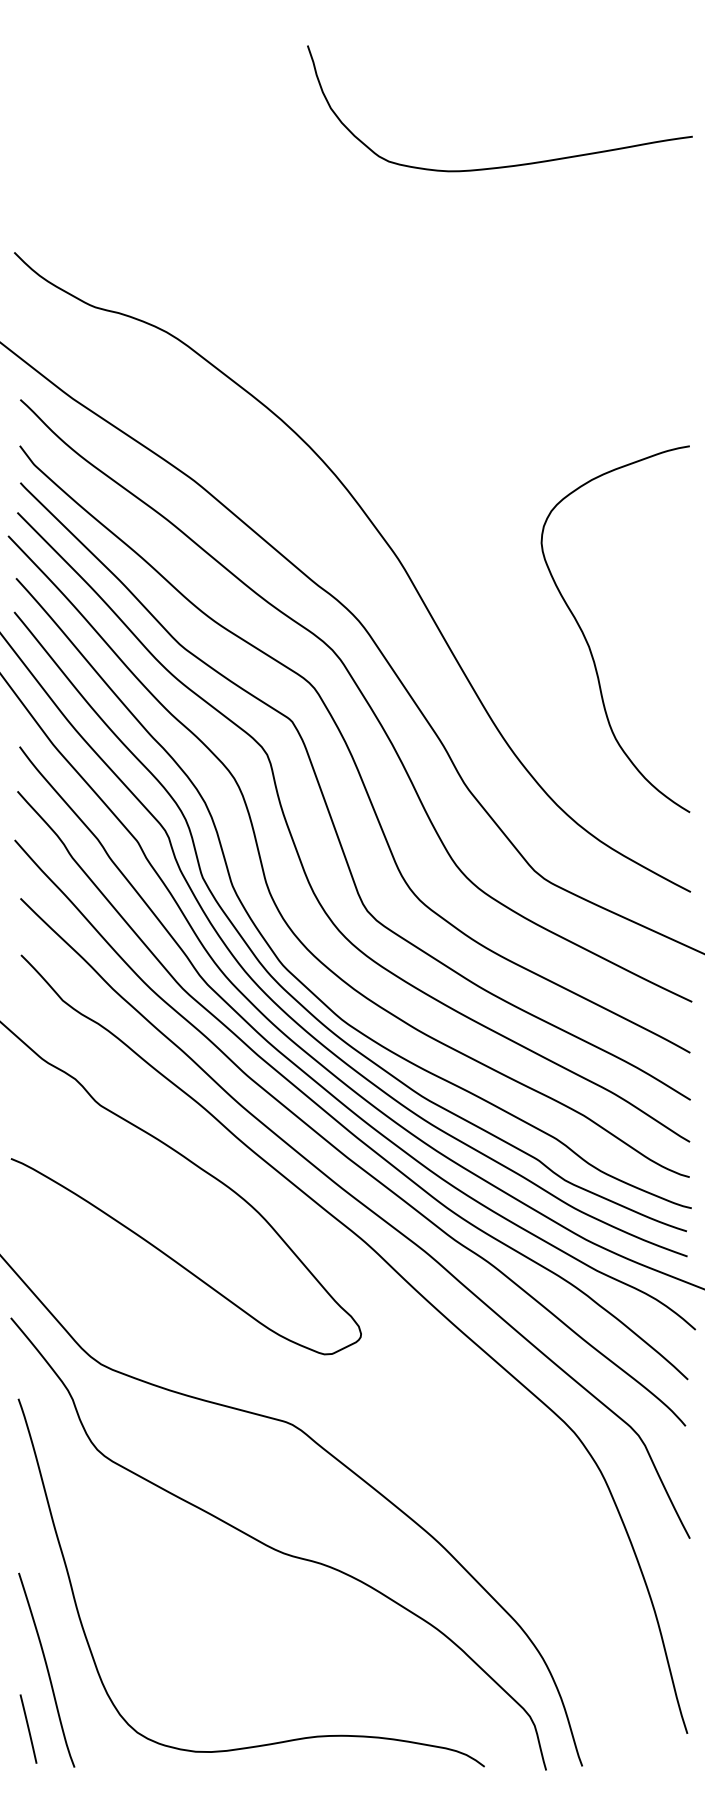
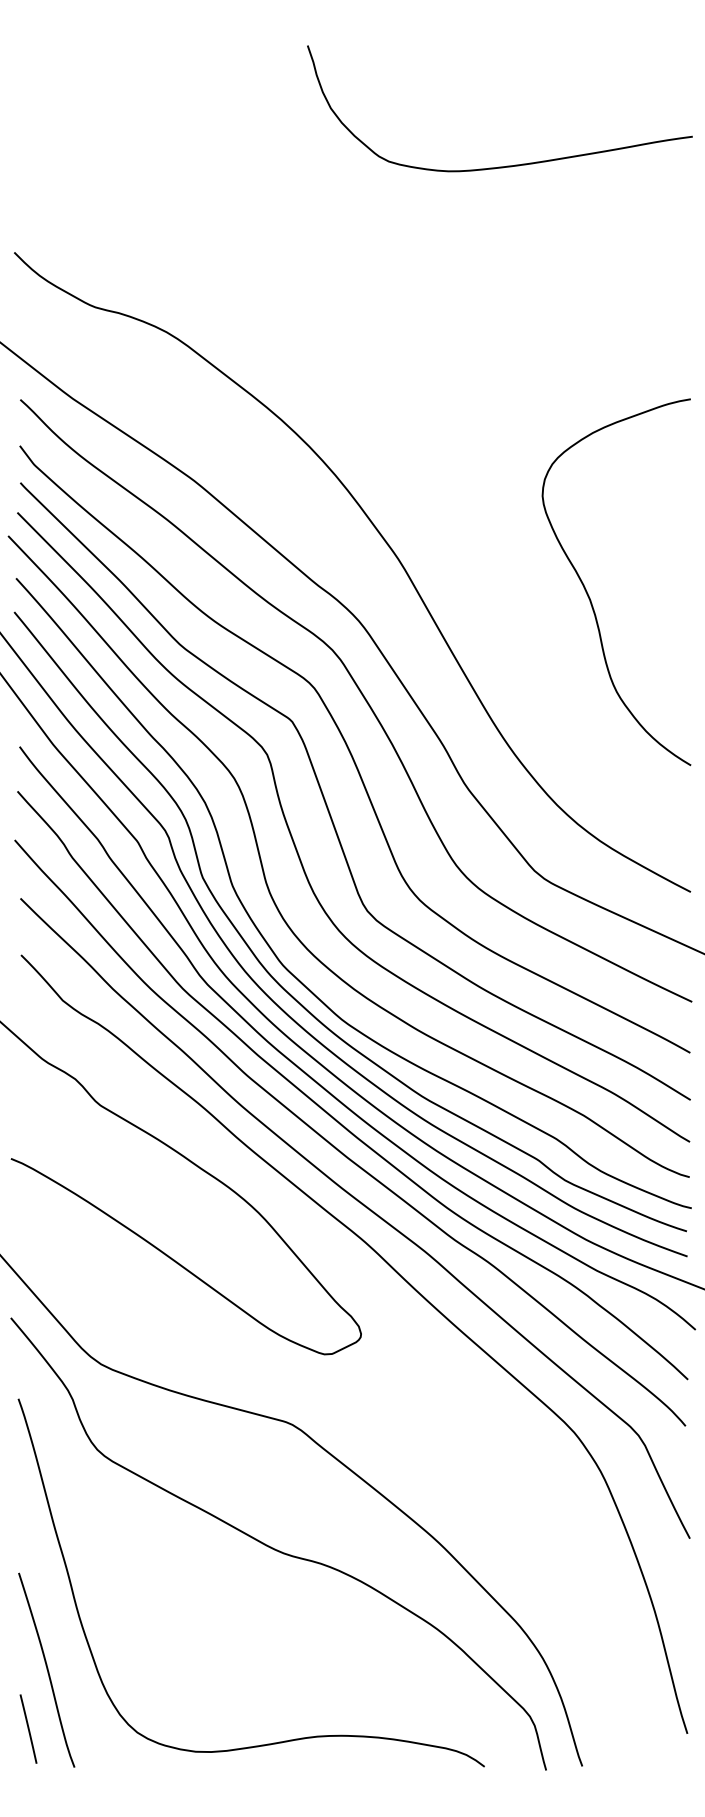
curve at (588, 642) position: (588, 642) -> (589, 595)
